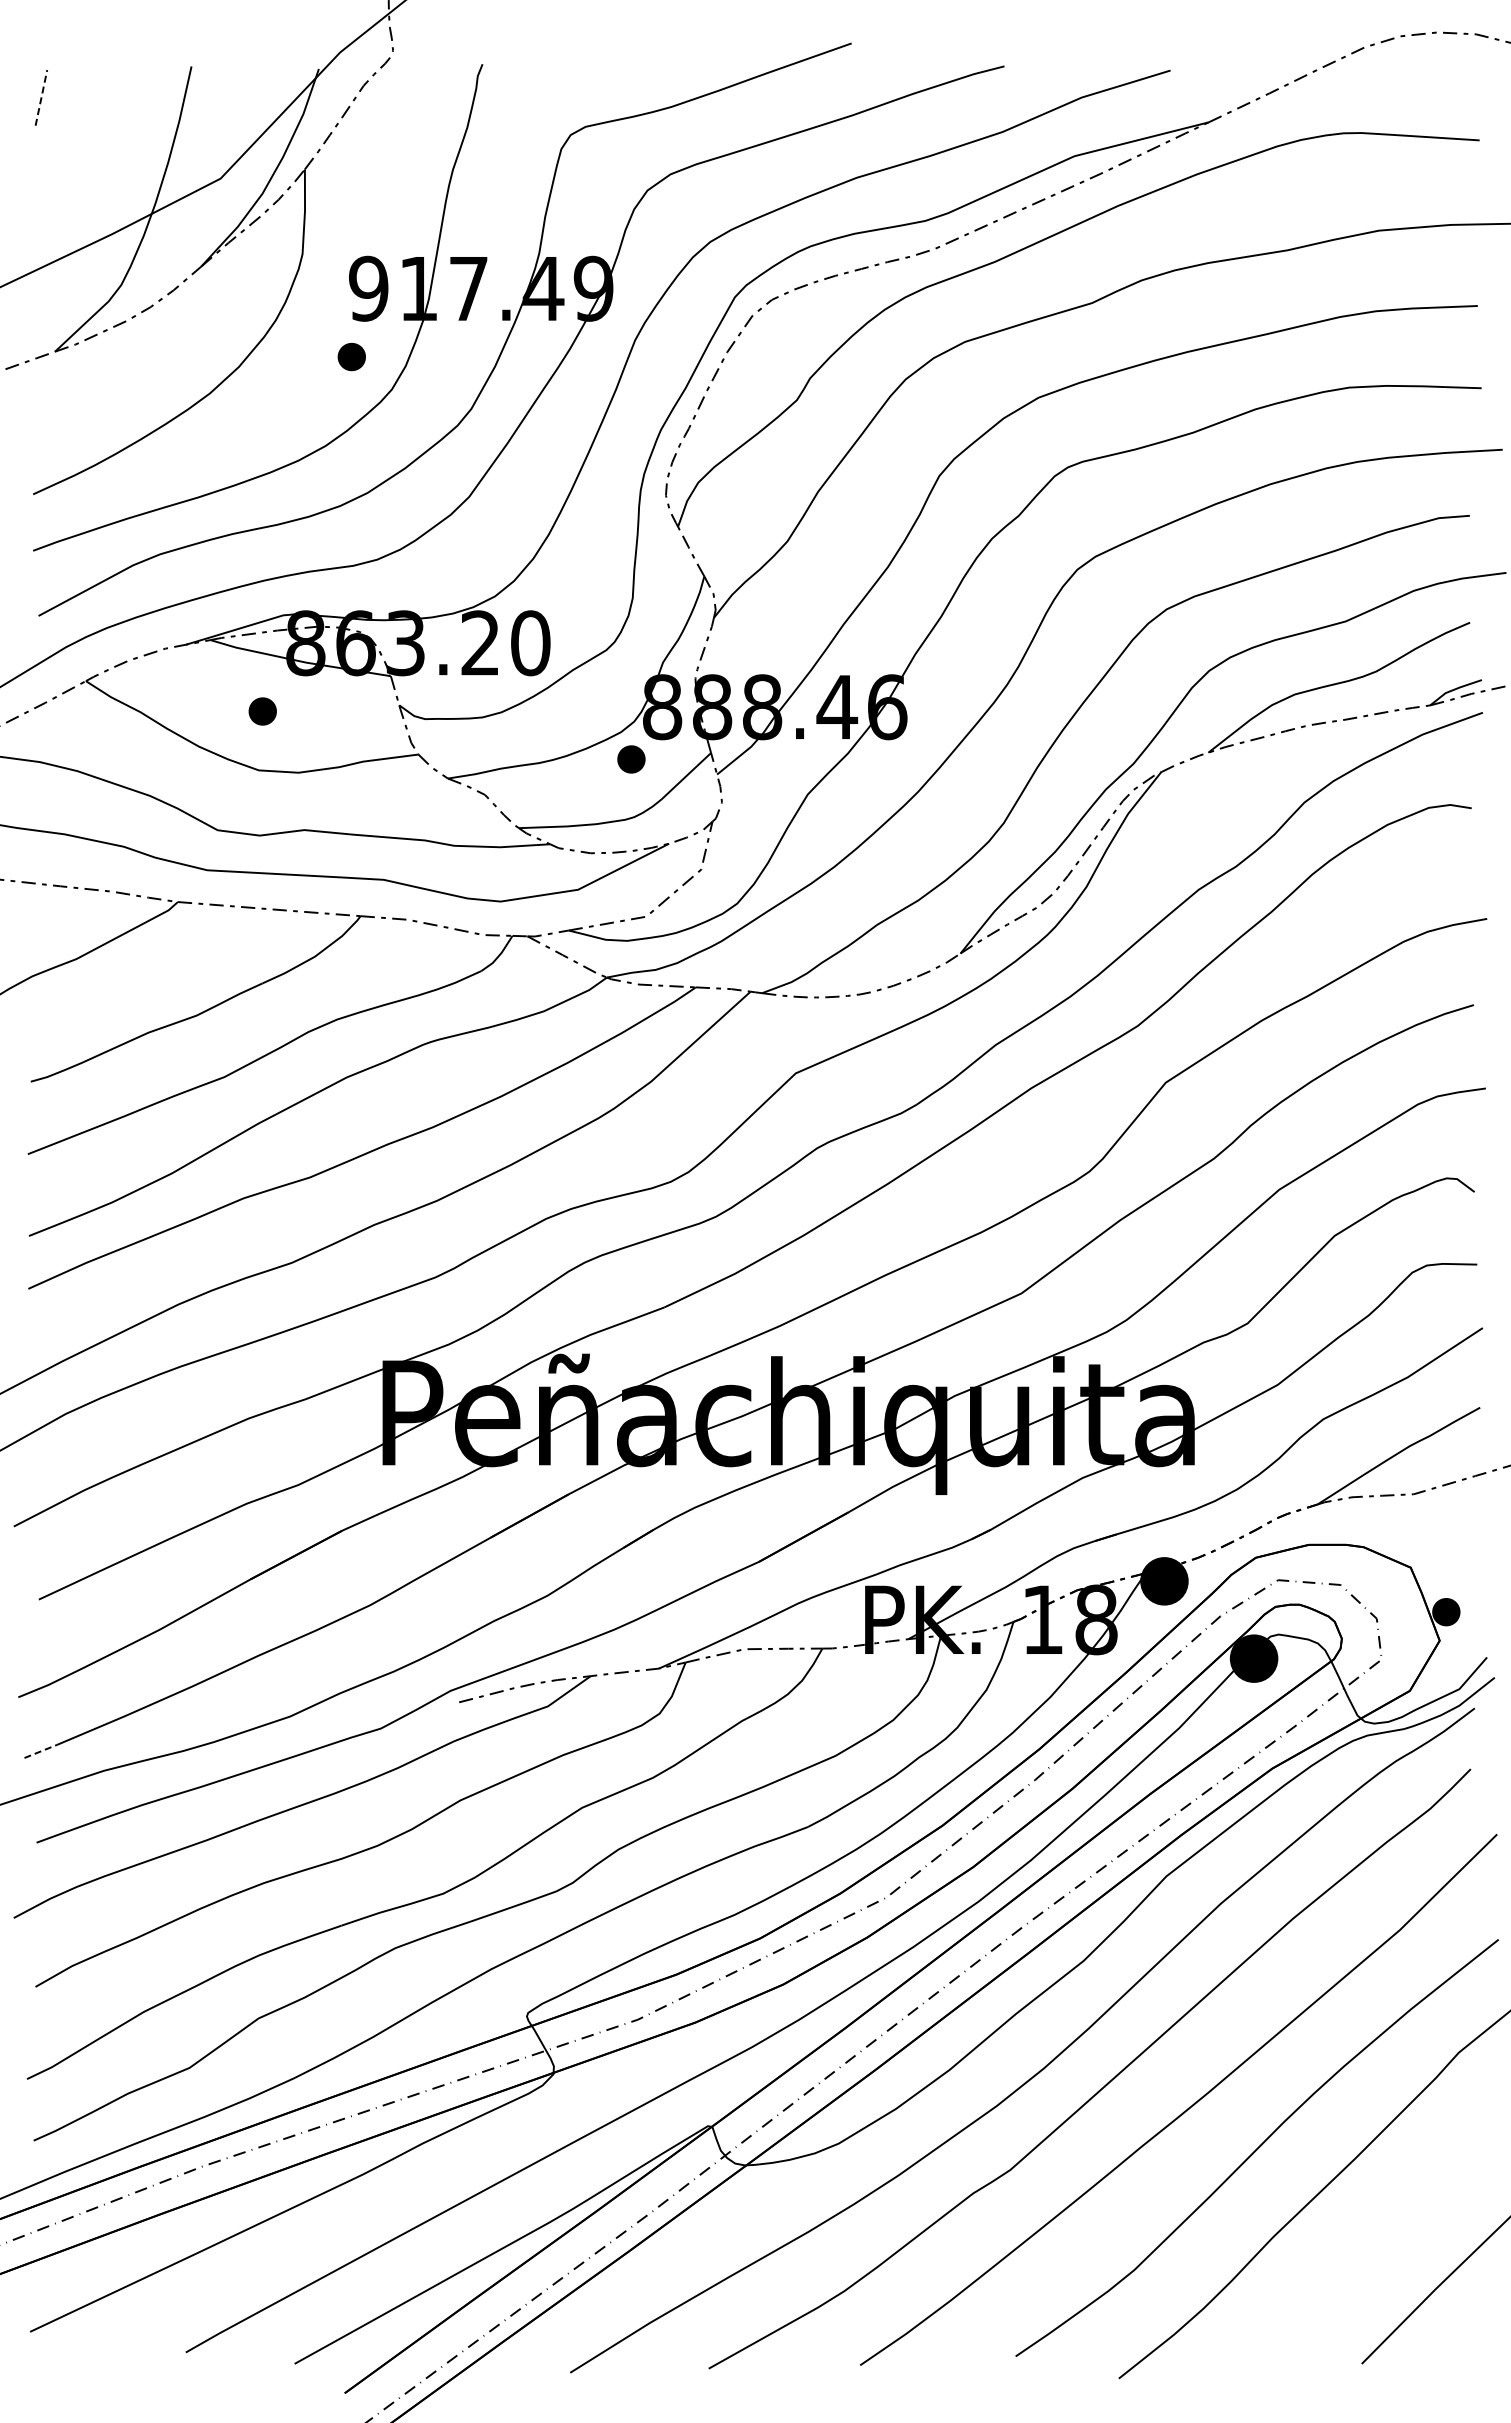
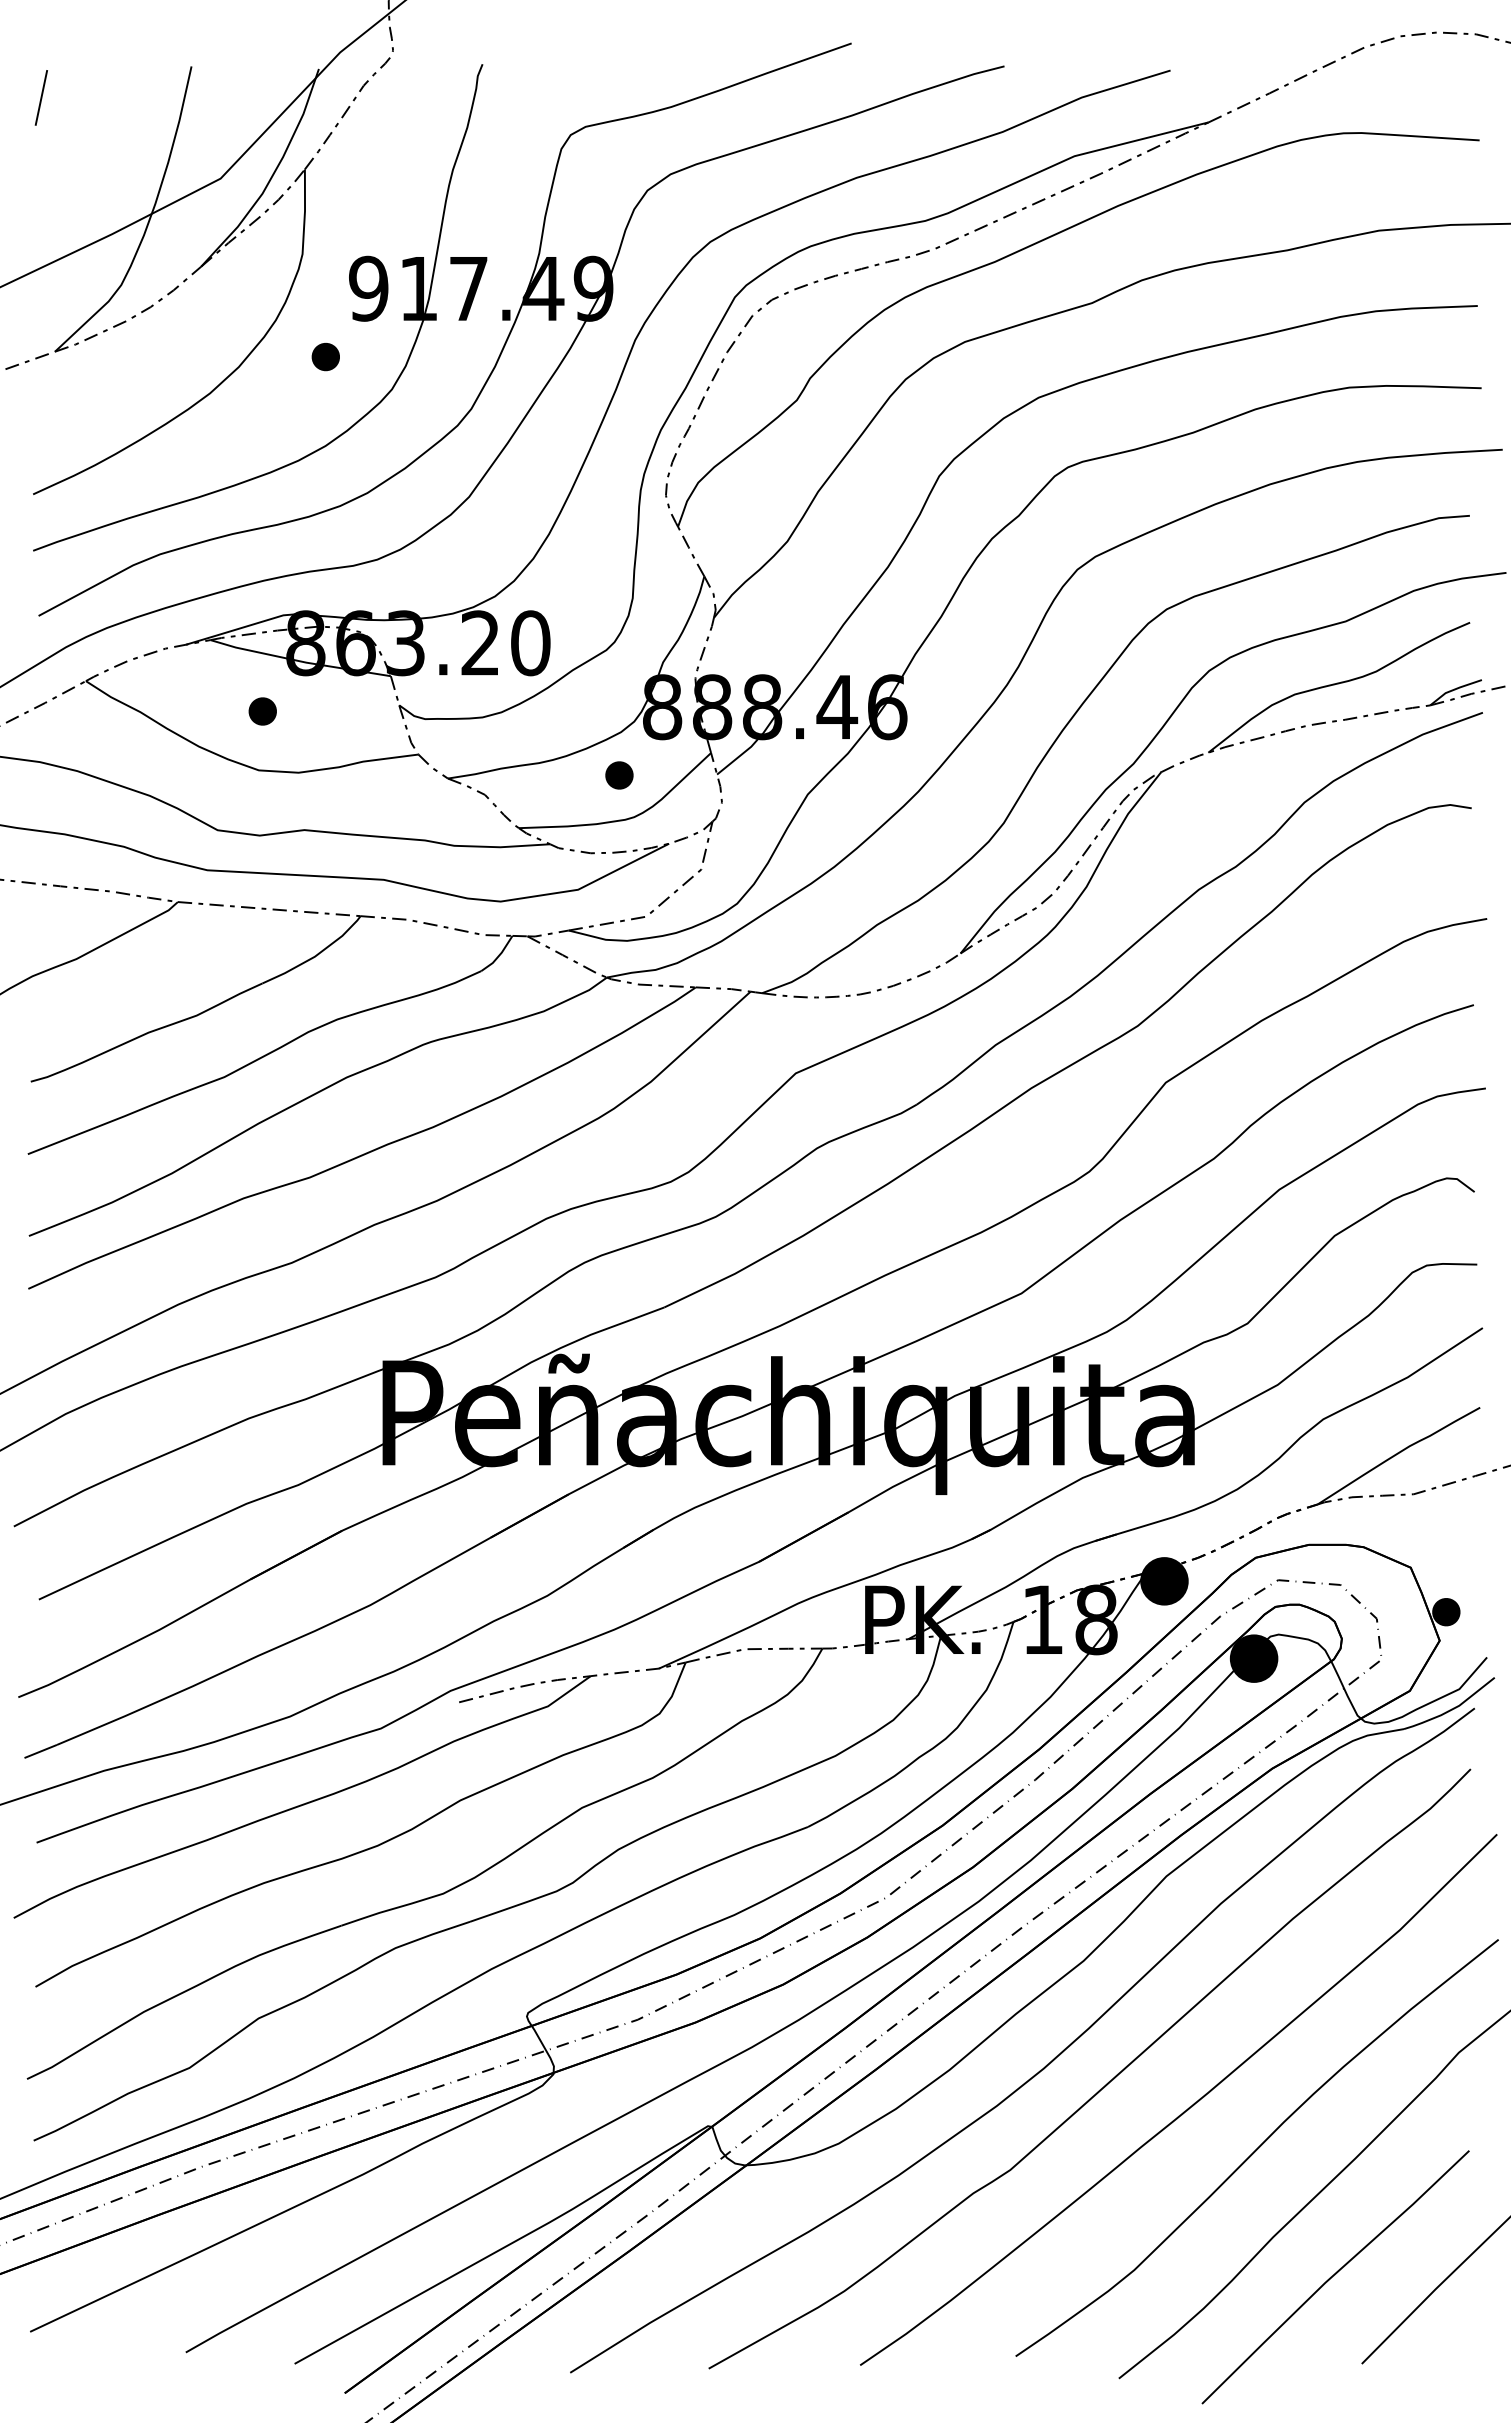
line at (41, 97): dashed -> solid
part at (351, 357) position: (351, 357) -> (325, 357)
part at (631, 759) position: (631, 759) -> (619, 775)
line at (40, 1751): dashed -> solid
curve at (1335, 2275): none -> present
